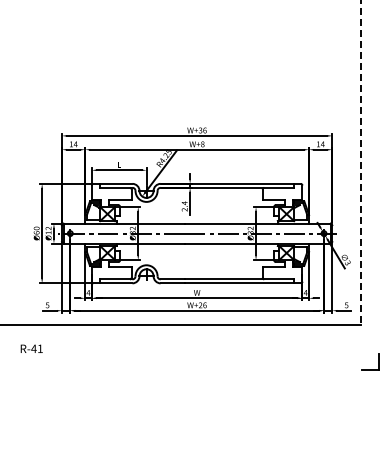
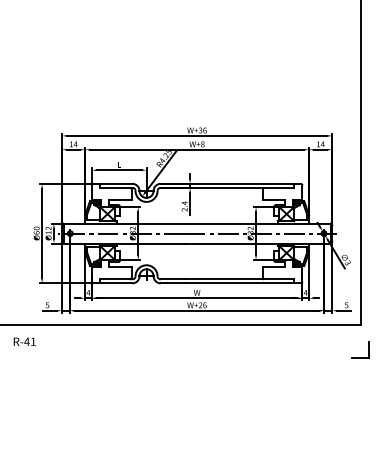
line at (360, 163): dashed -> solid
text at (31, 348) position: (31, 348) -> (24, 341)
part at (378, 361) position: (378, 361) -> (368, 349)
